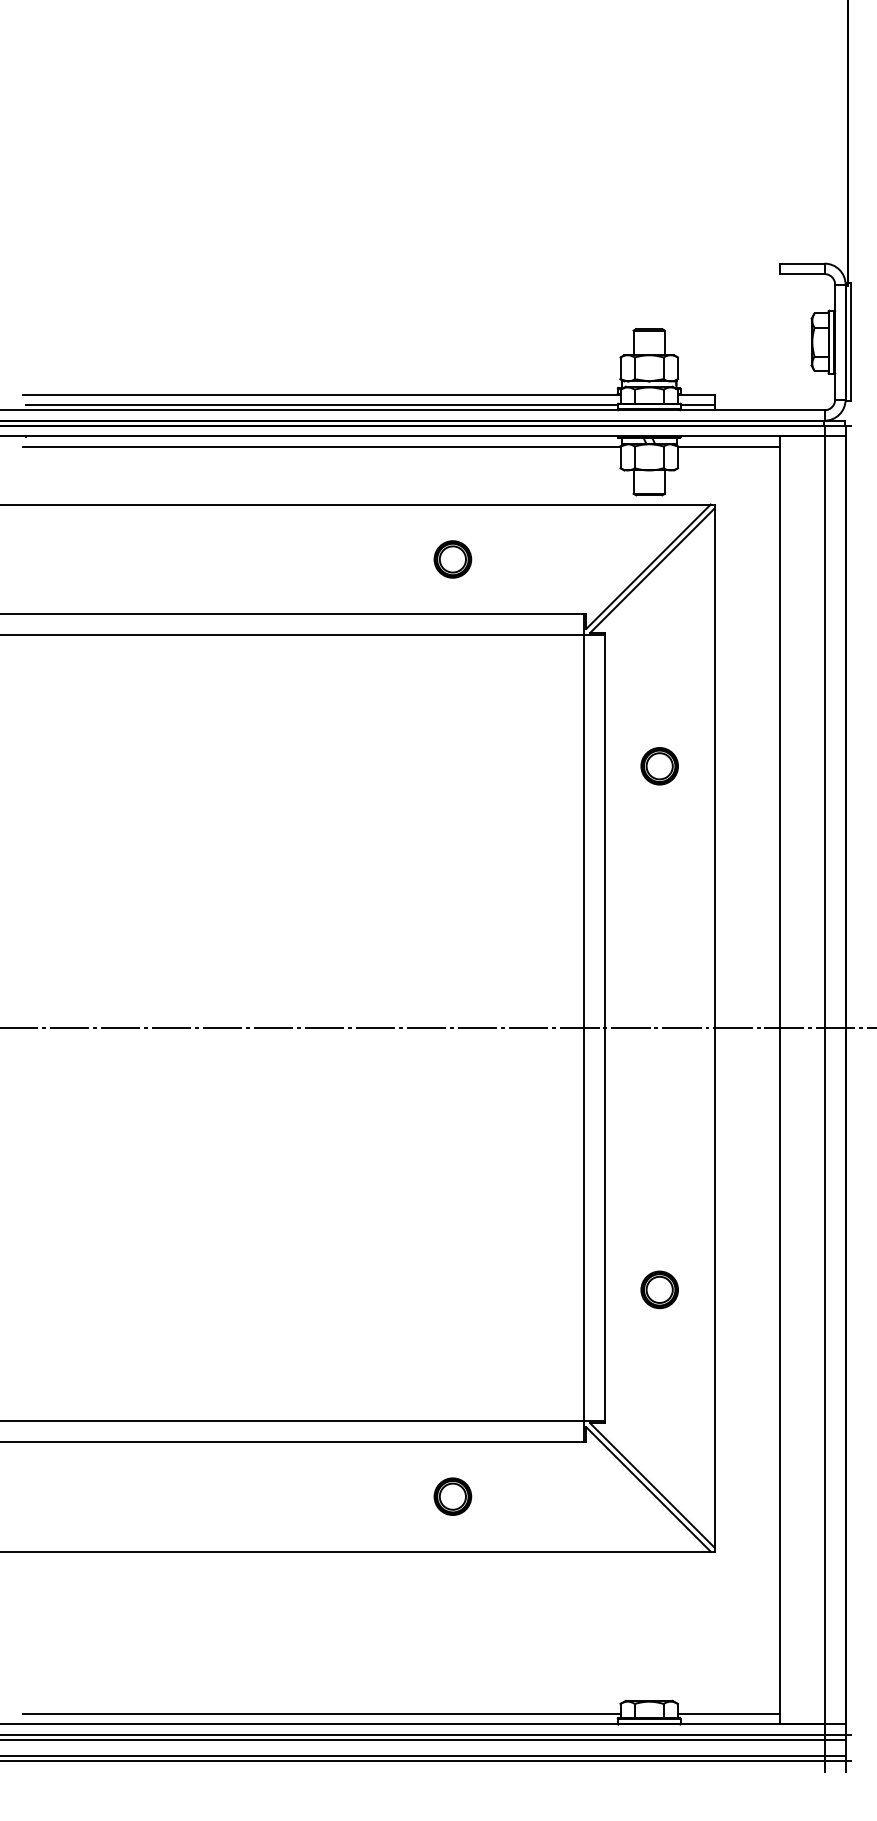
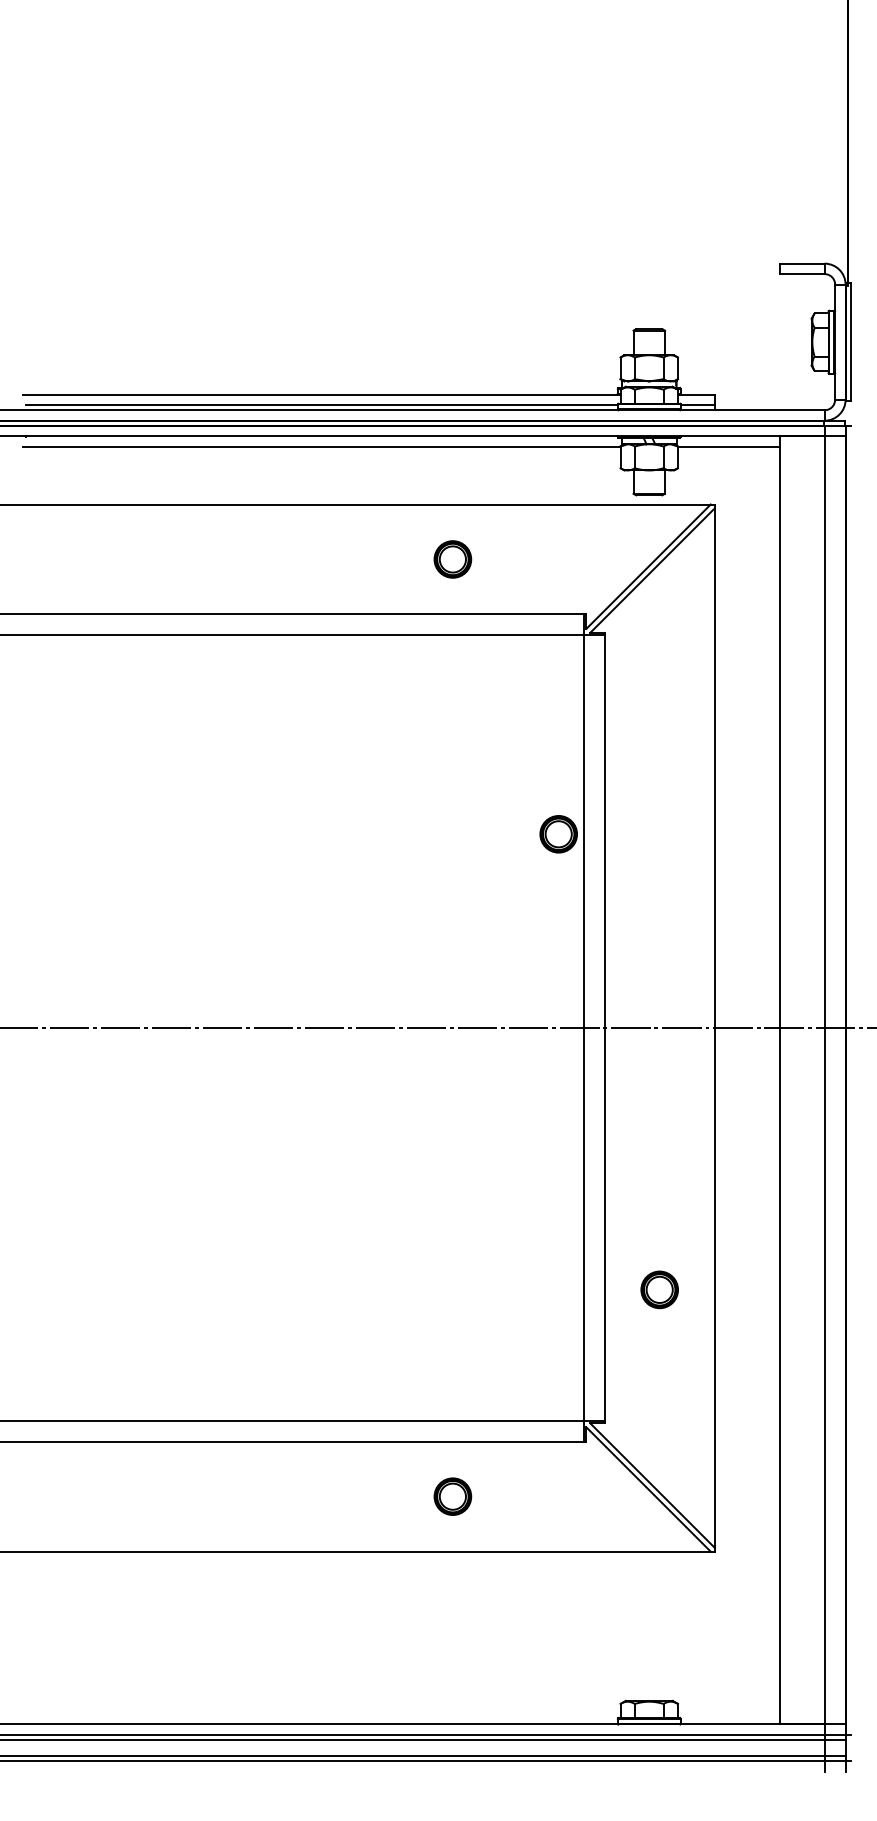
part at (659, 766) position: (659, 766) -> (558, 834)
line at (321, 1714): present -> none
line at (728, 1714): present -> none
